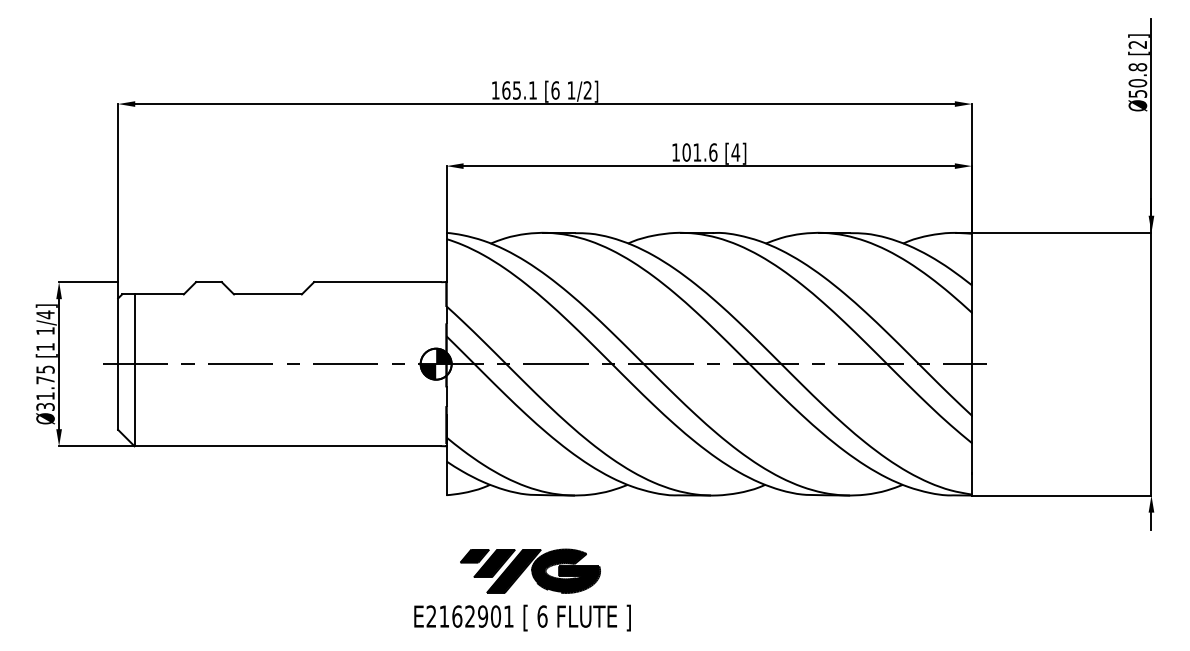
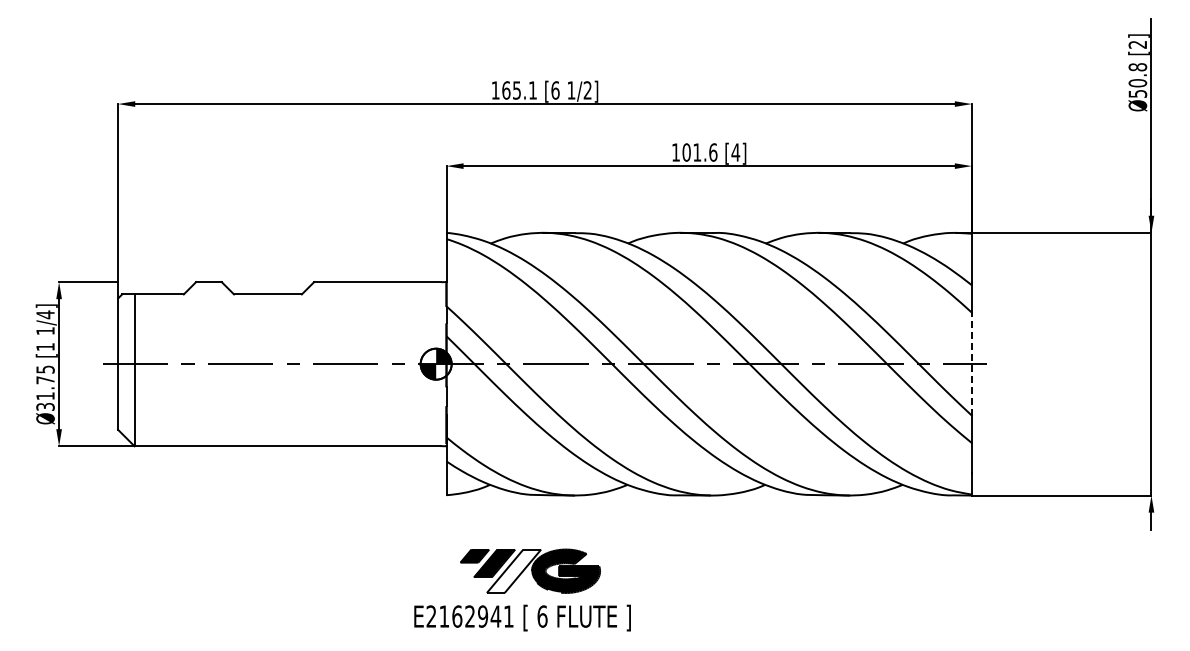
line at (971, 363): solid -> dashed
fill at (513, 570): present -> none
text at (495, 616): E2162901 -> E2162941
